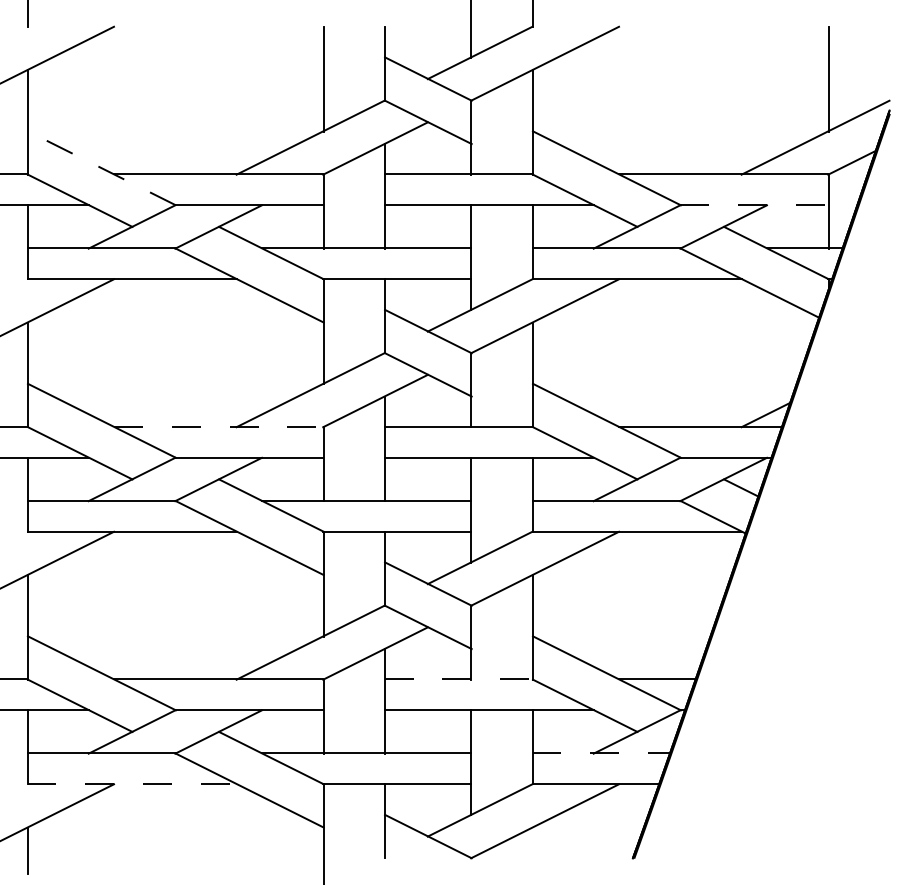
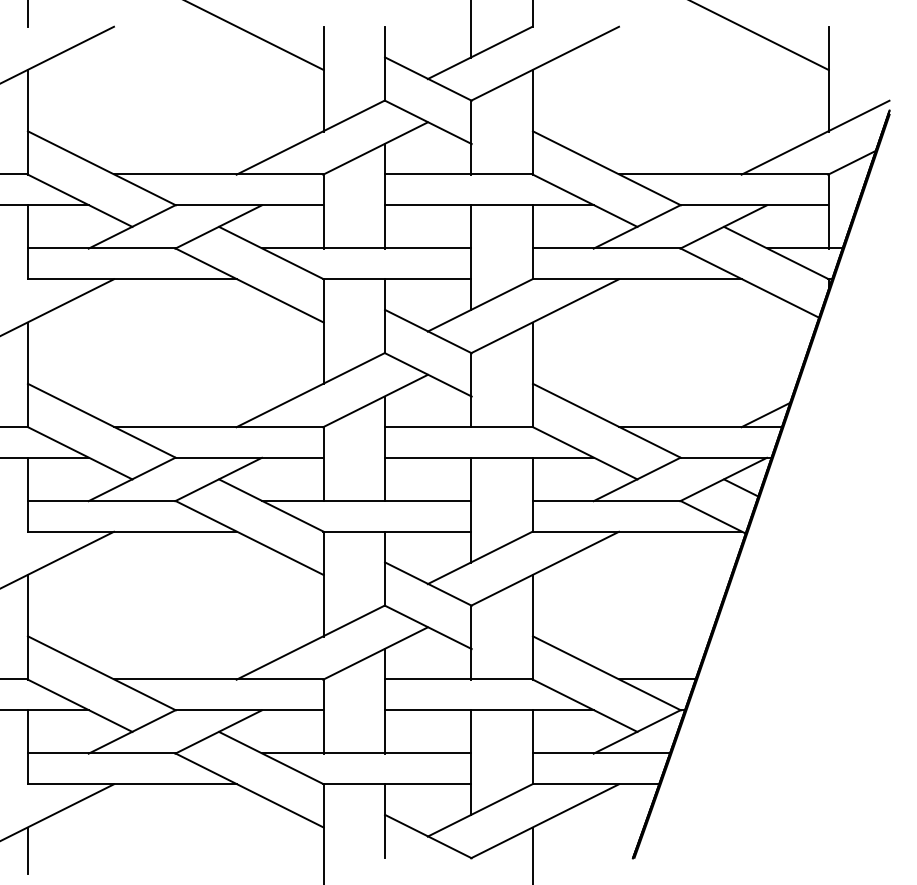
line at (255, 36): none -> present
line at (760, 36): none -> present
line at (101, 168): dashed -> solid
line at (754, 205): dashed -> solid
line at (218, 426): dashed -> solid
line at (458, 679): dashed -> solid
line at (601, 753): dashed -> solid
line at (132, 784): dashed -> solid
line at (532, 854): none -> present
